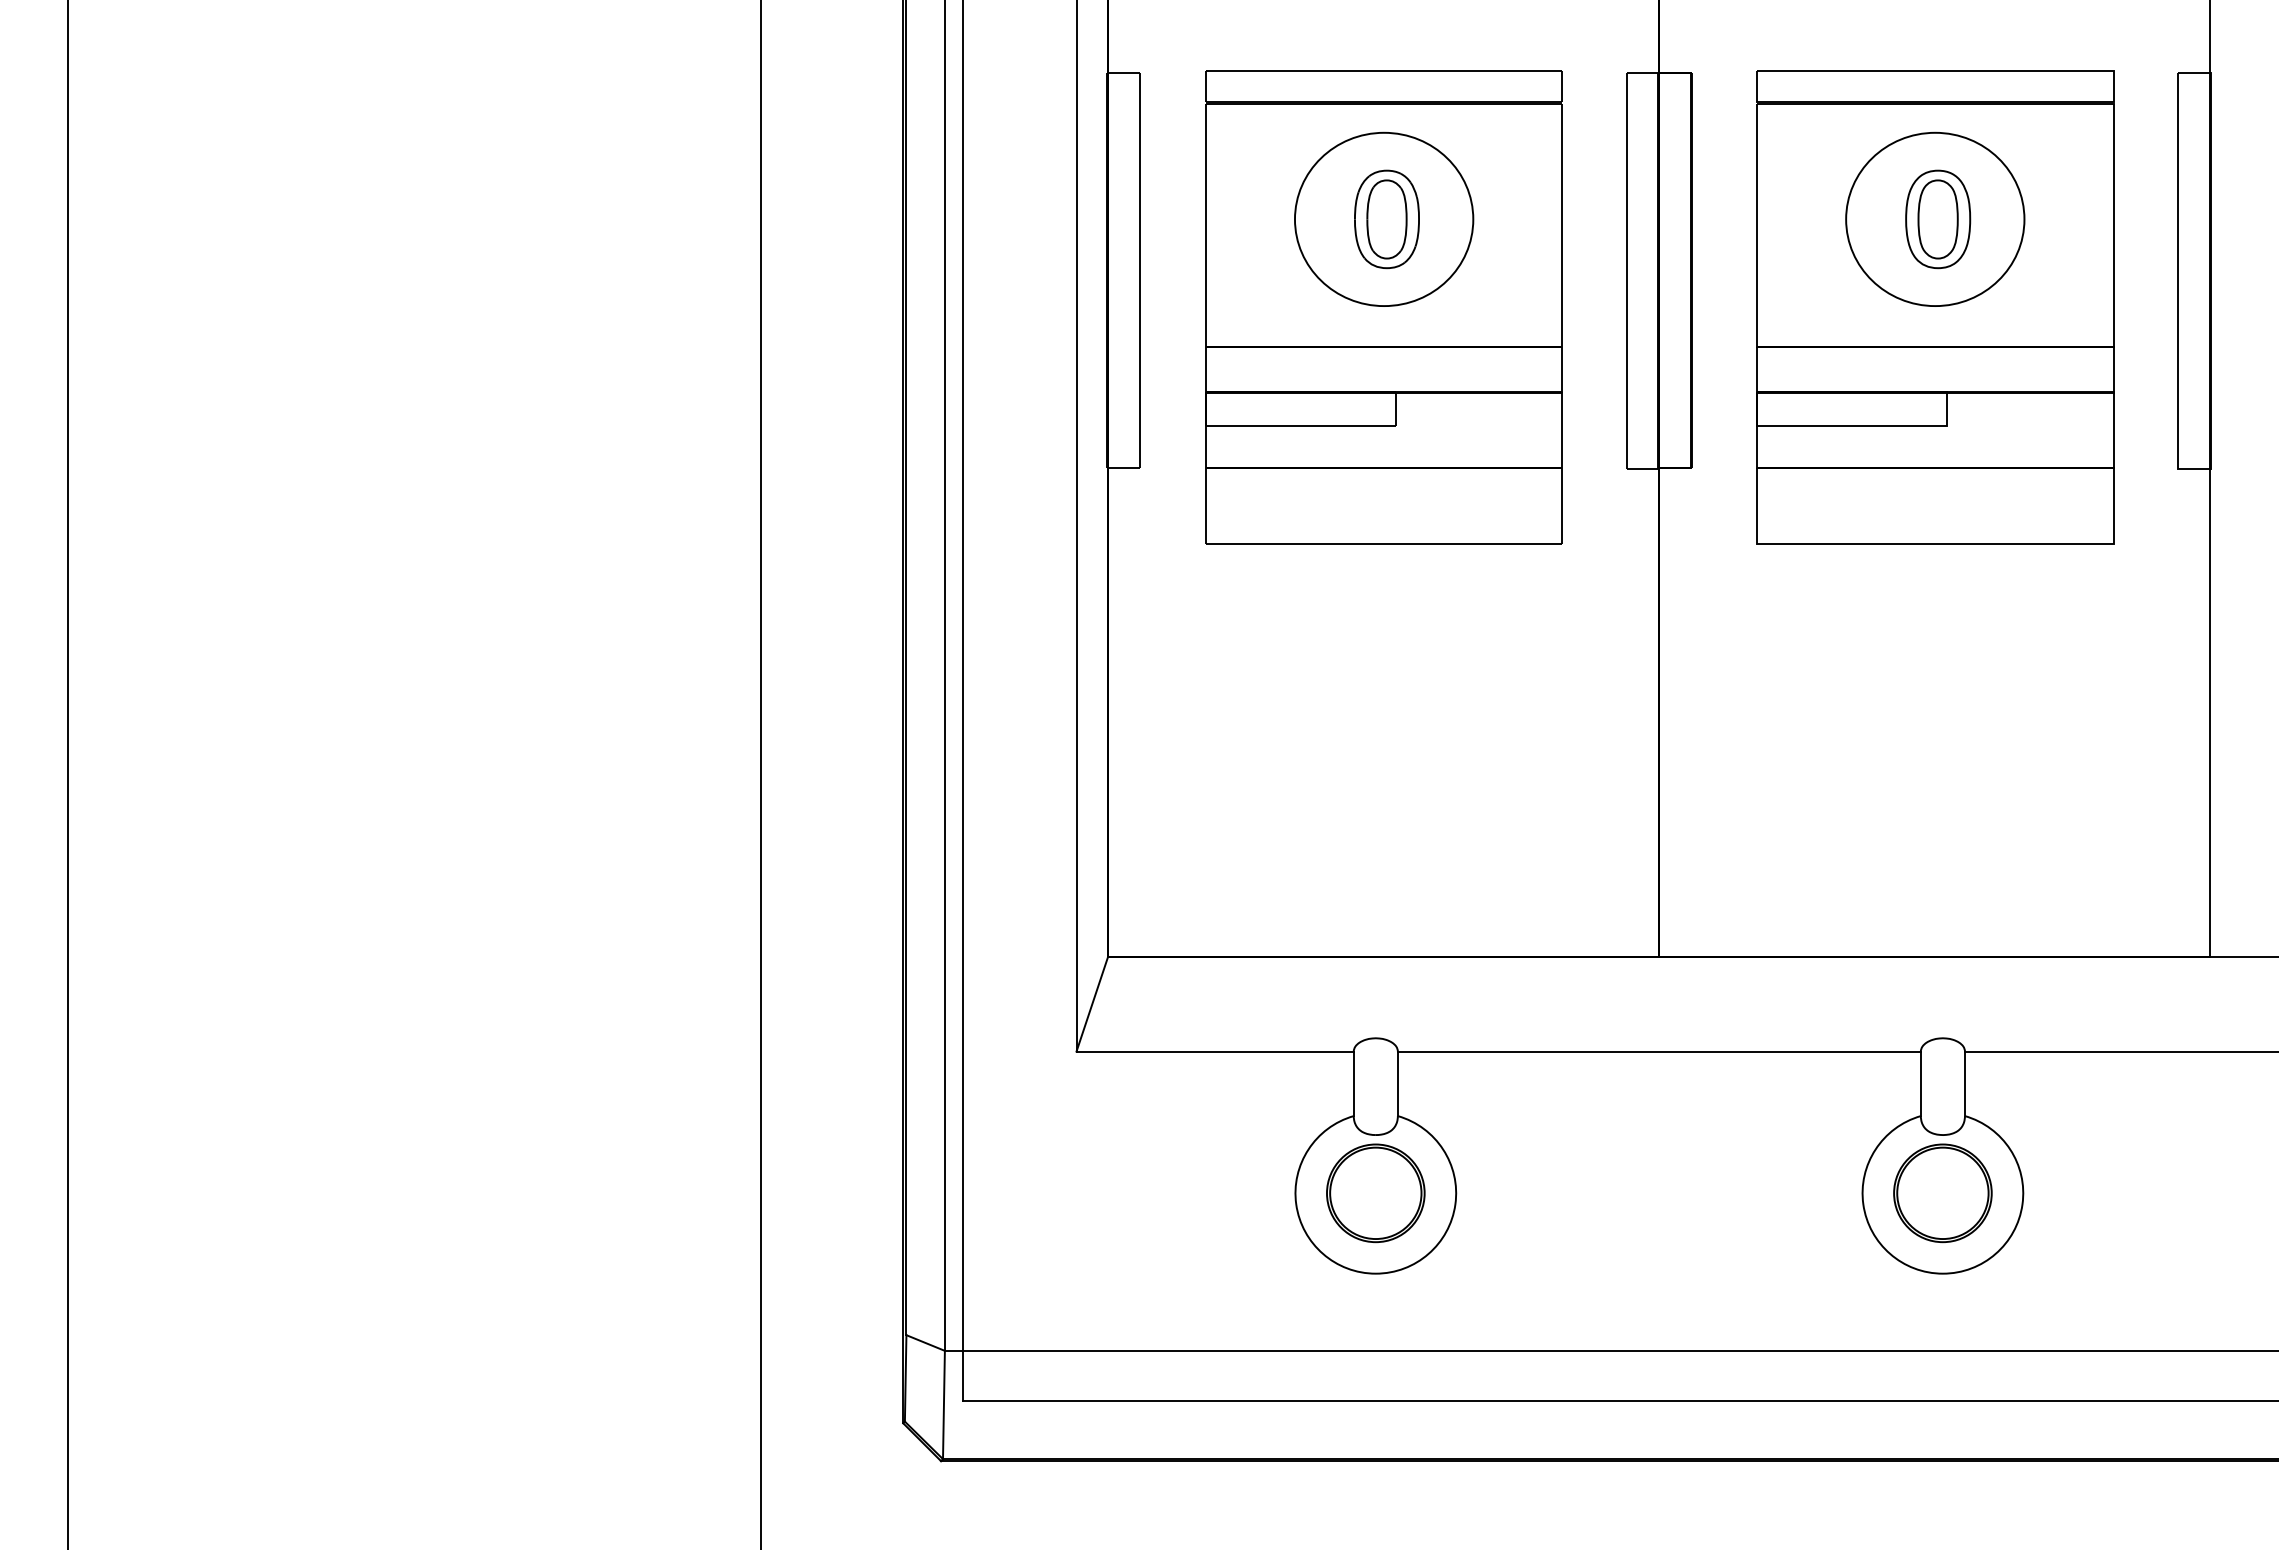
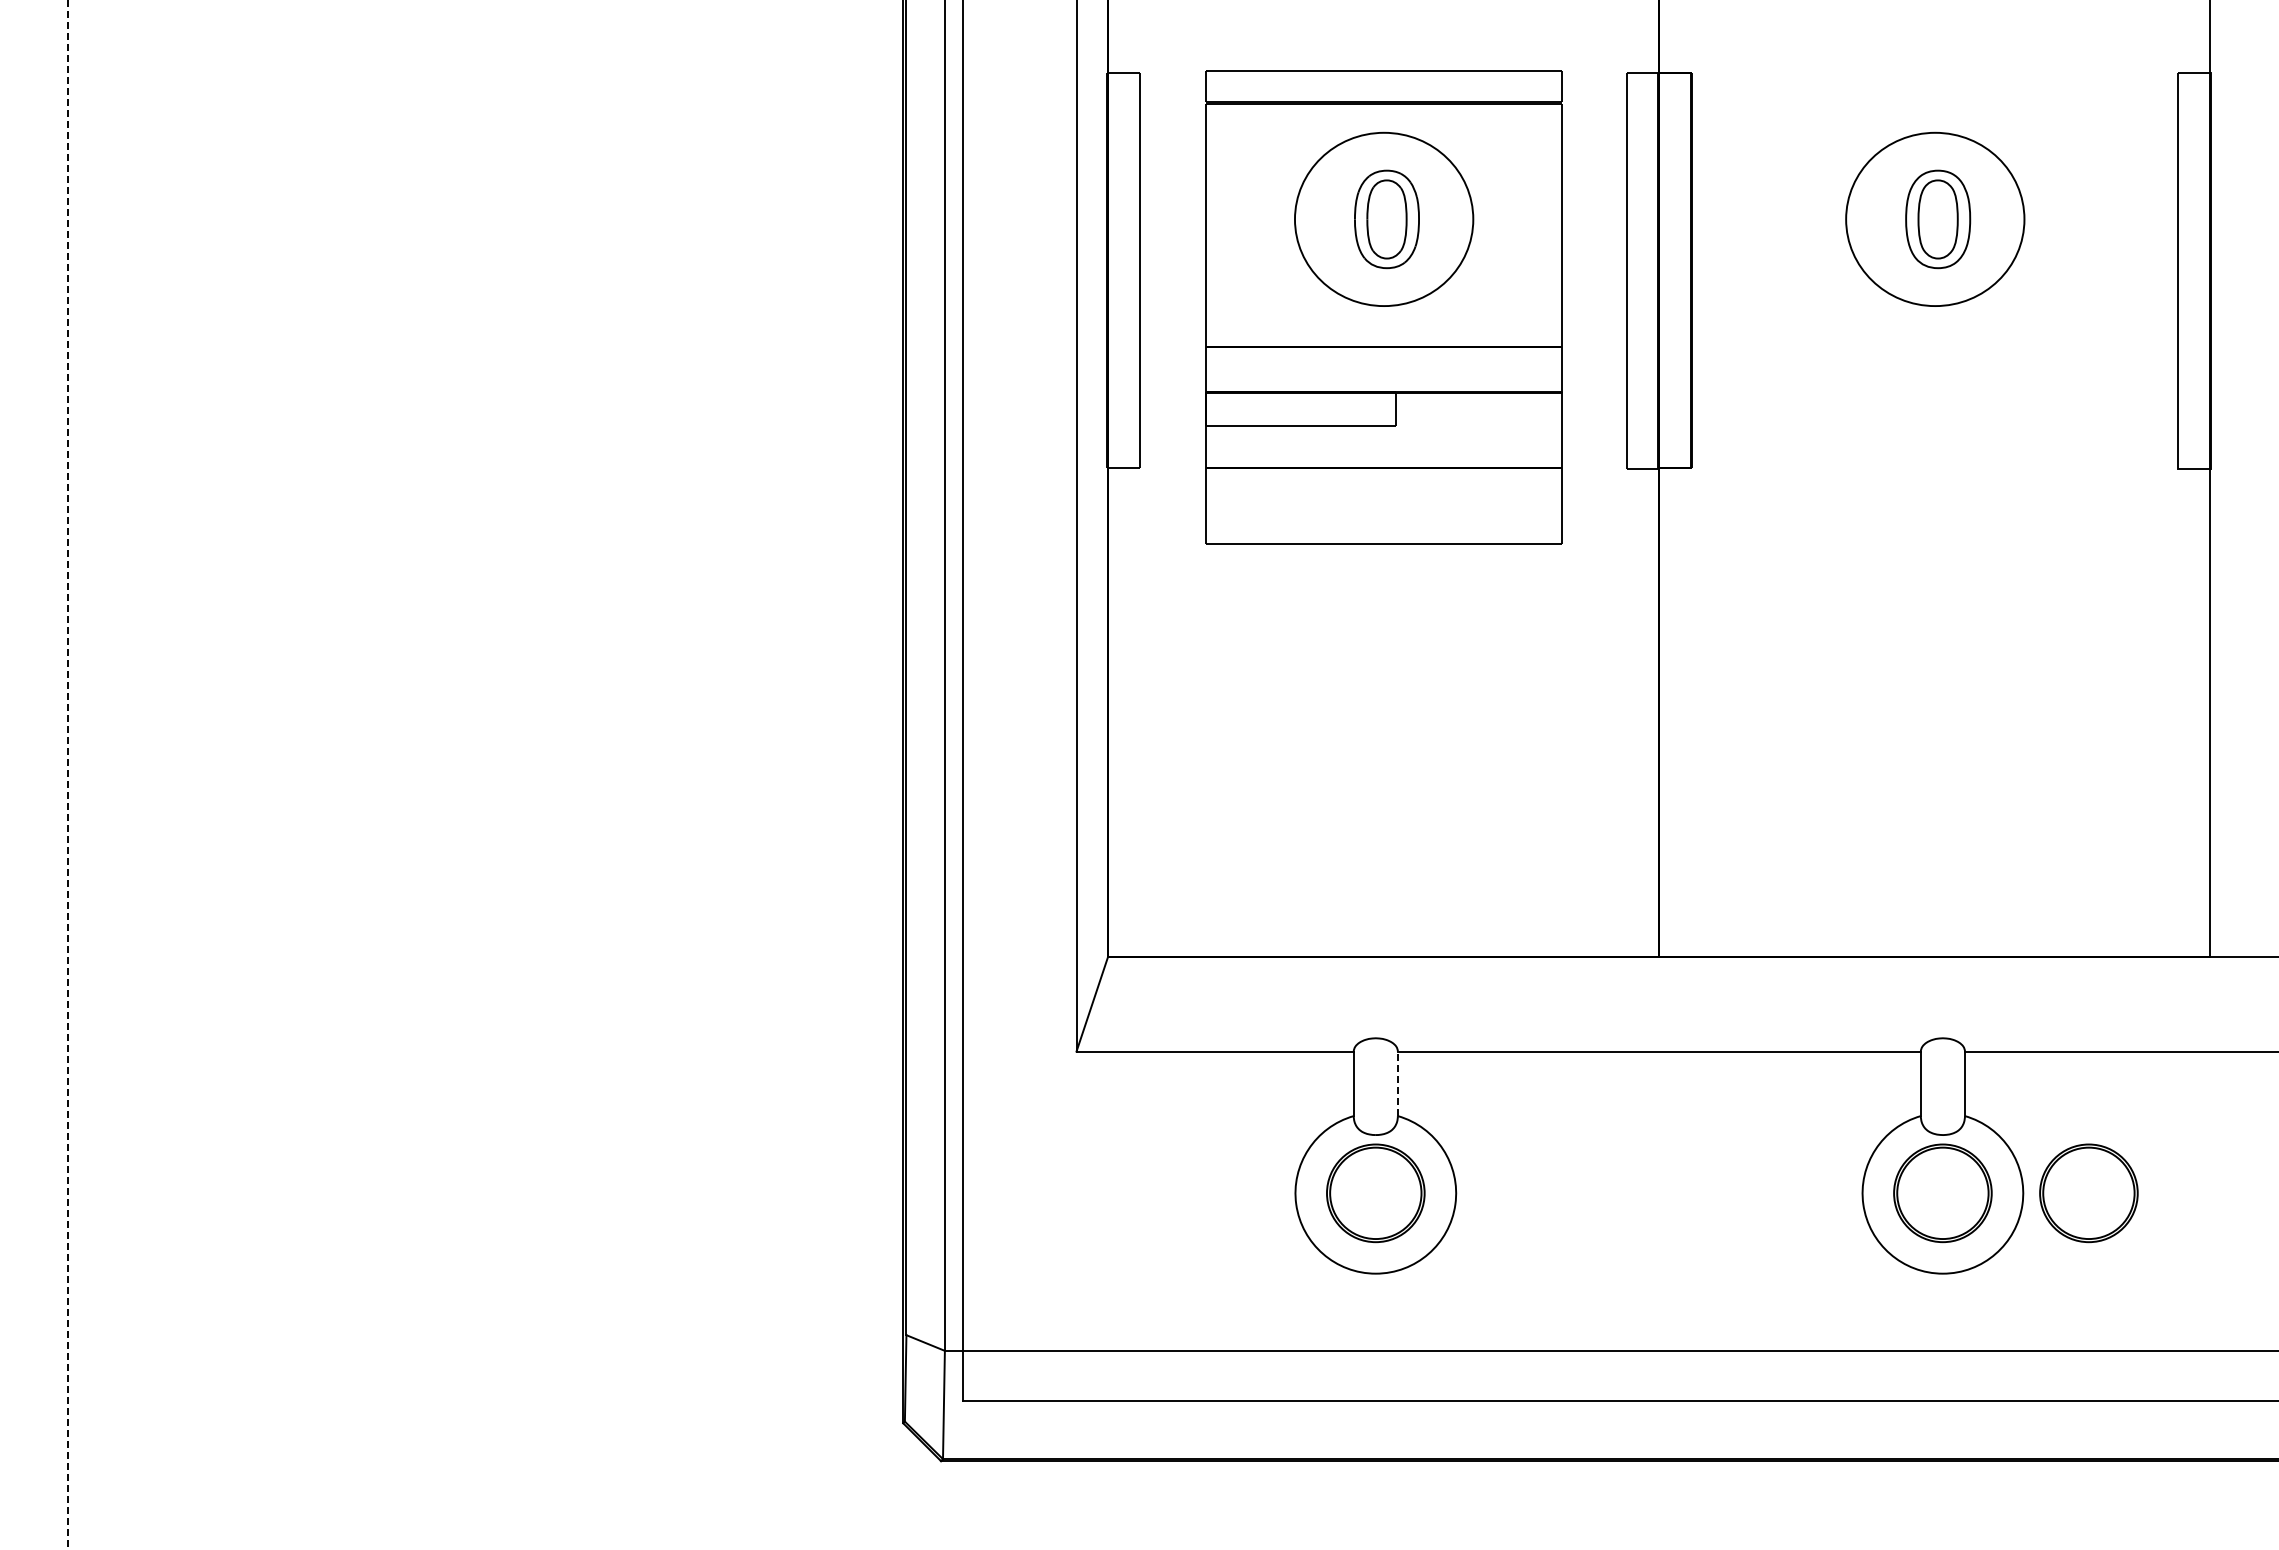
part at (1935, 307): present -> none
line at (761, 774): present -> none
line at (68, 775): solid -> dashed
line at (1397, 1083): solid -> dashed
part at (2088, 1193): none -> present
